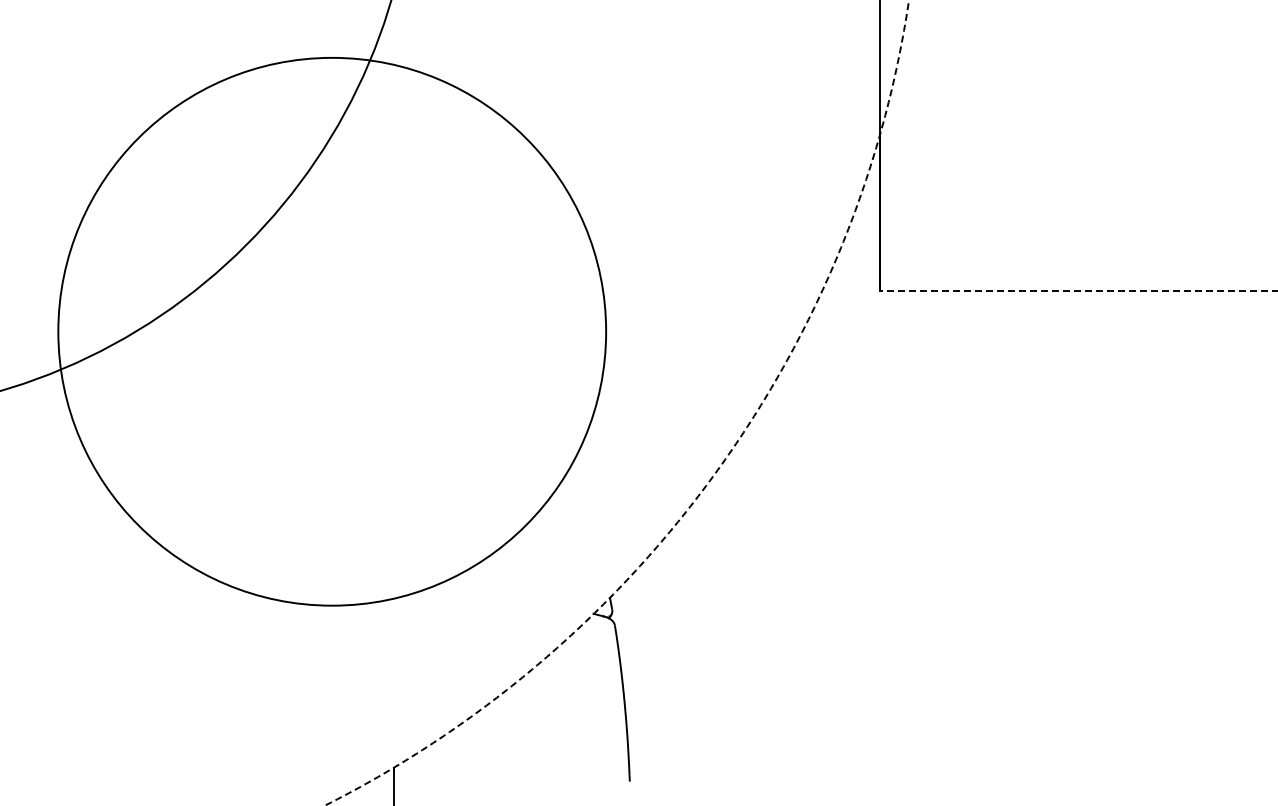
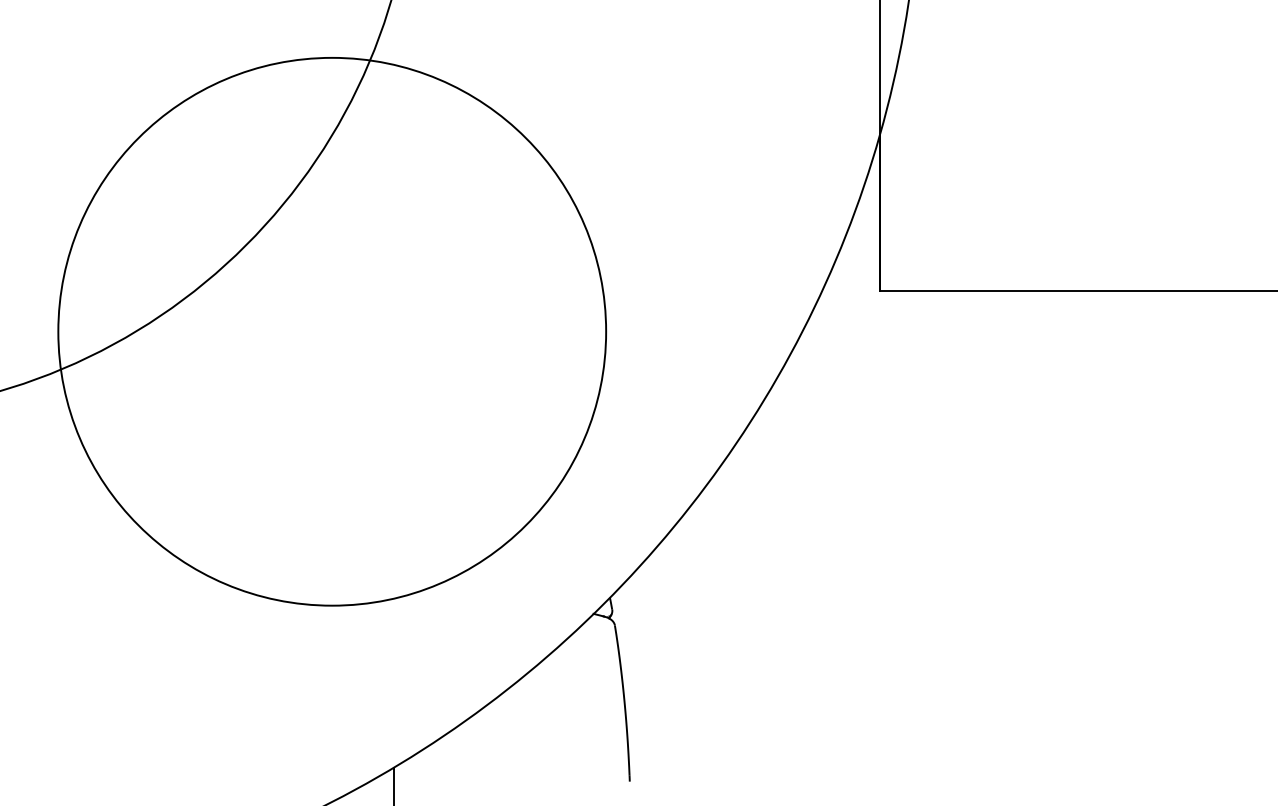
line at (1078, 290): dashed -> solid
circle at (616, 402): dashed -> solid
